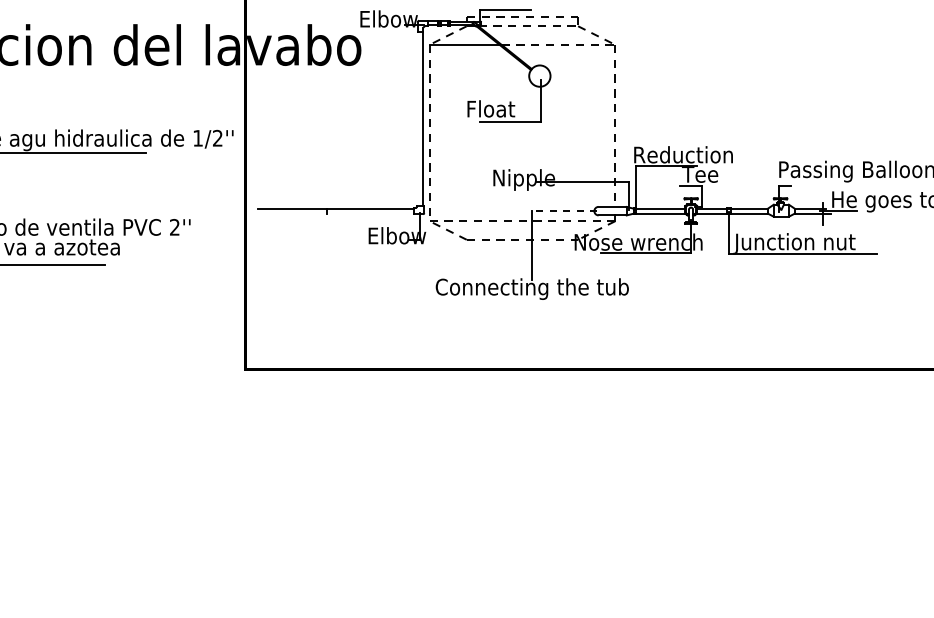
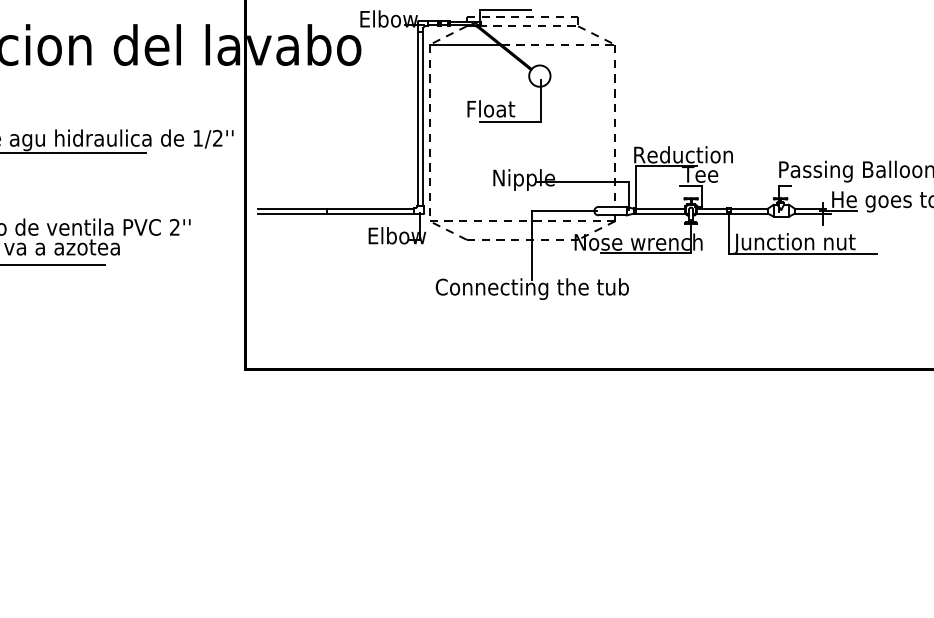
line at (418, 118): none -> present
line at (564, 211): dashed -> solid
line at (335, 213): none -> present
